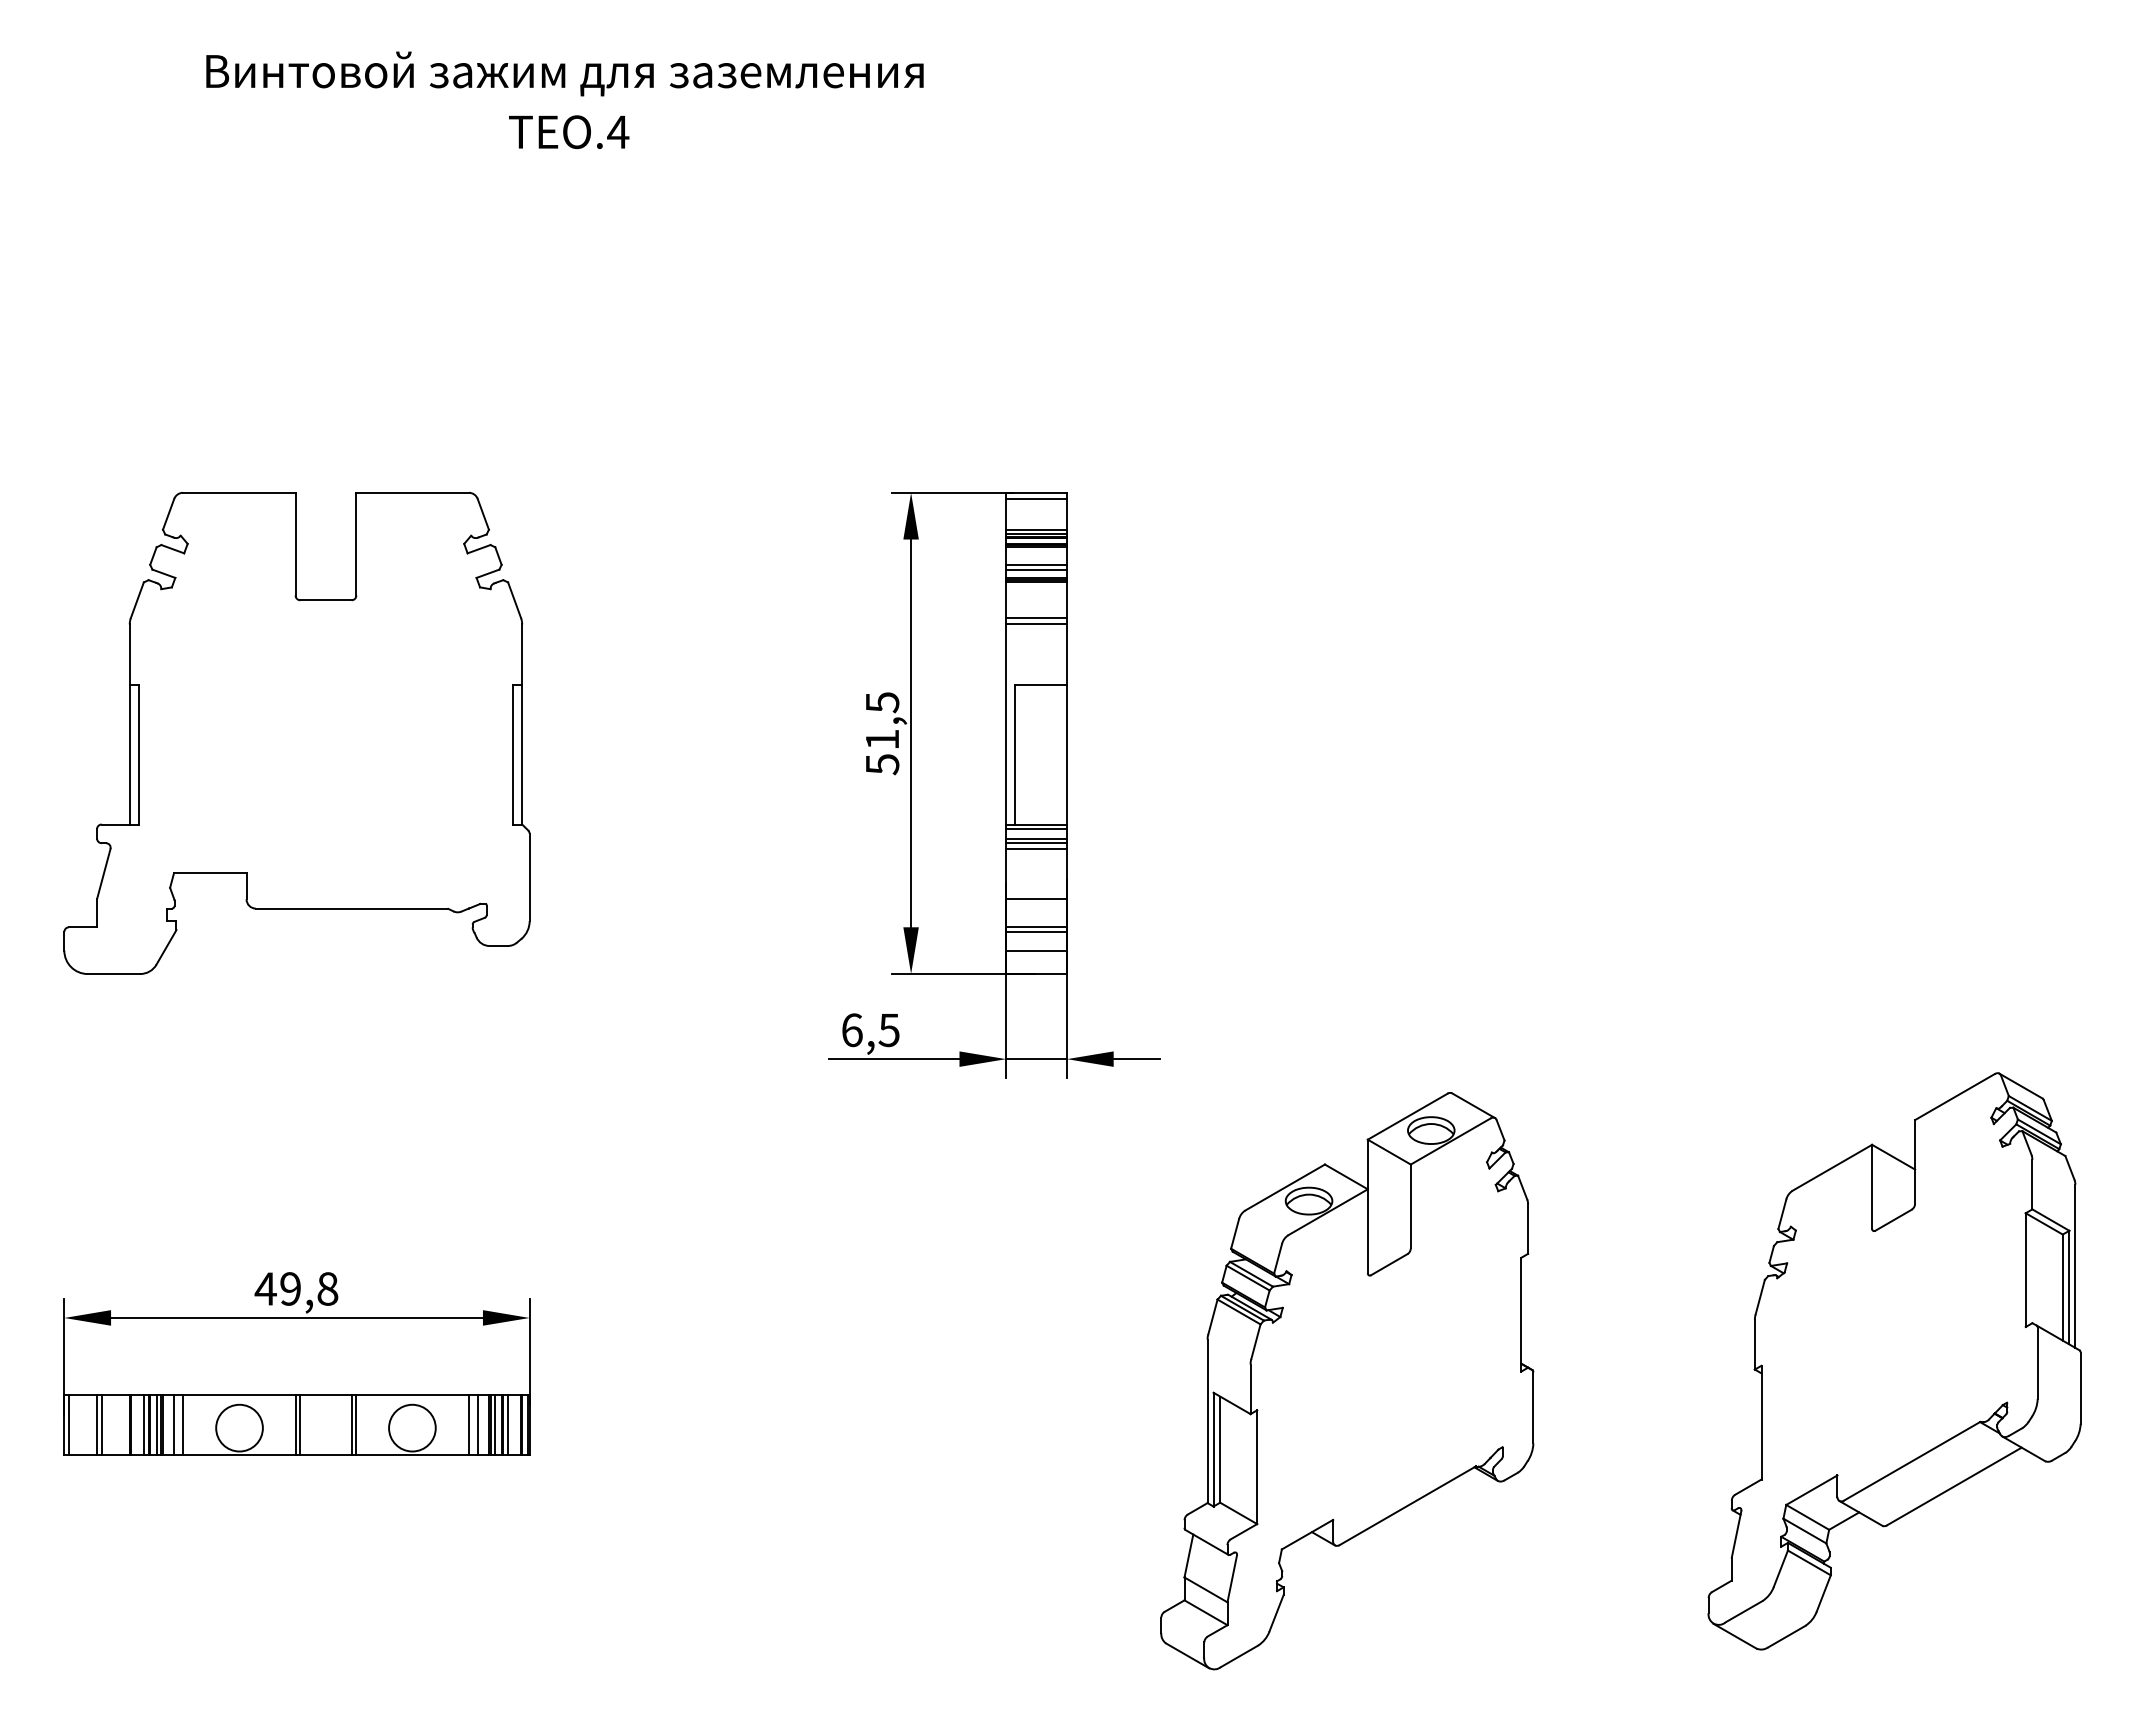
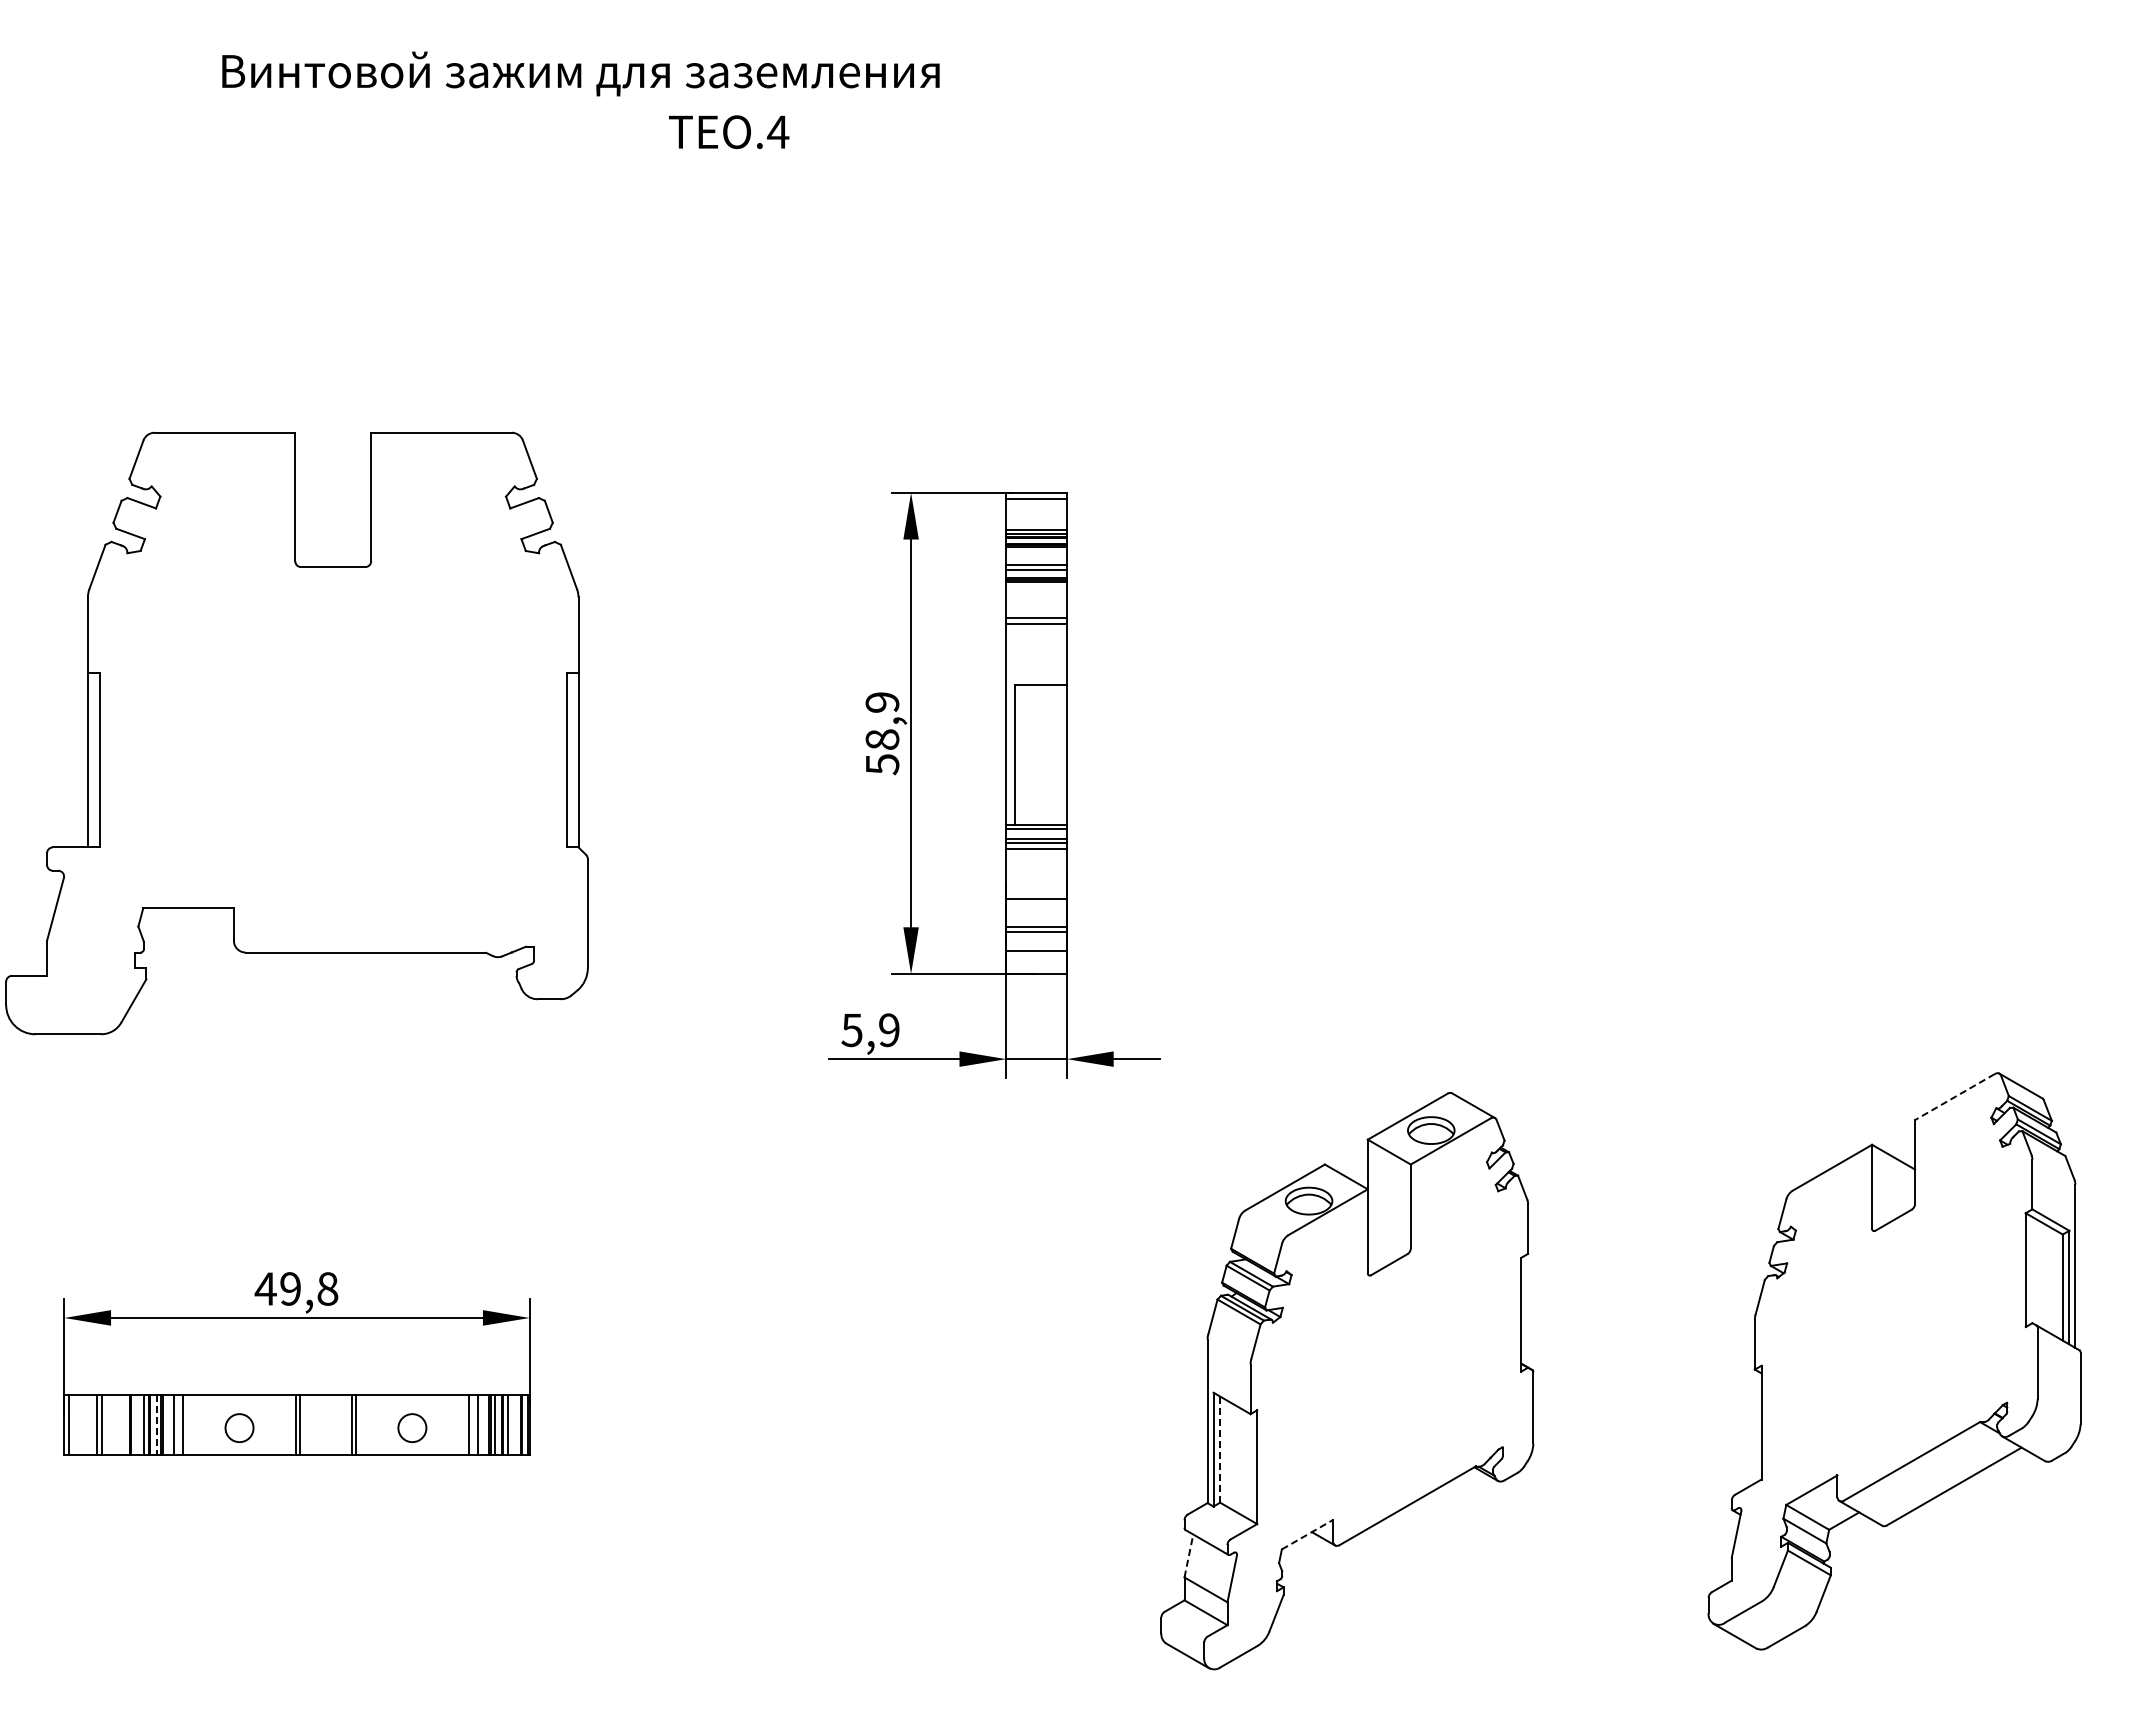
text at (564, 73) position: (564, 73) -> (580, 73)
text at (569, 132) position: (569, 132) -> (729, 132)
text at (882, 720): 51,5 -> 58,9
part at (296, 732) size: 468x484 px -> 584x605 px
text at (870, 1030): 6,5 -> 5,9
line at (1954, 1097): solid -> dashed
line at (156, 1425): solid -> dashed
circle at (239, 1427) diameter: 47 px -> 28 px
circle at (412, 1427) diameter: 47 px -> 28 px
line at (1220, 1449): solid -> dashed
line at (1307, 1534): solid -> dashed
line at (1188, 1556): solid -> dashed
